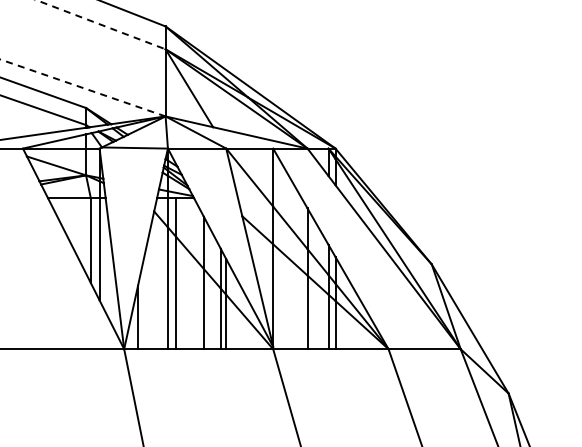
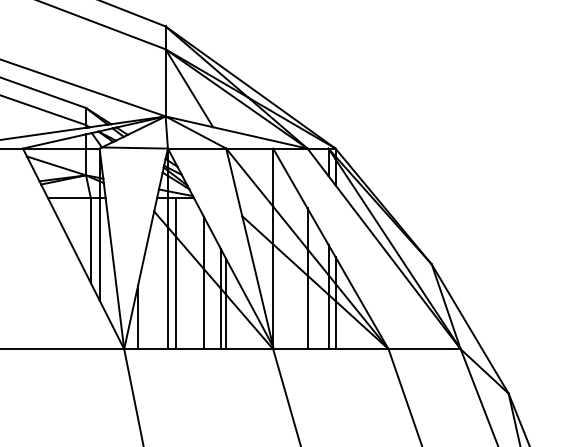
line at (101, 24): dashed -> solid
line at (83, 88): dashed -> solid
